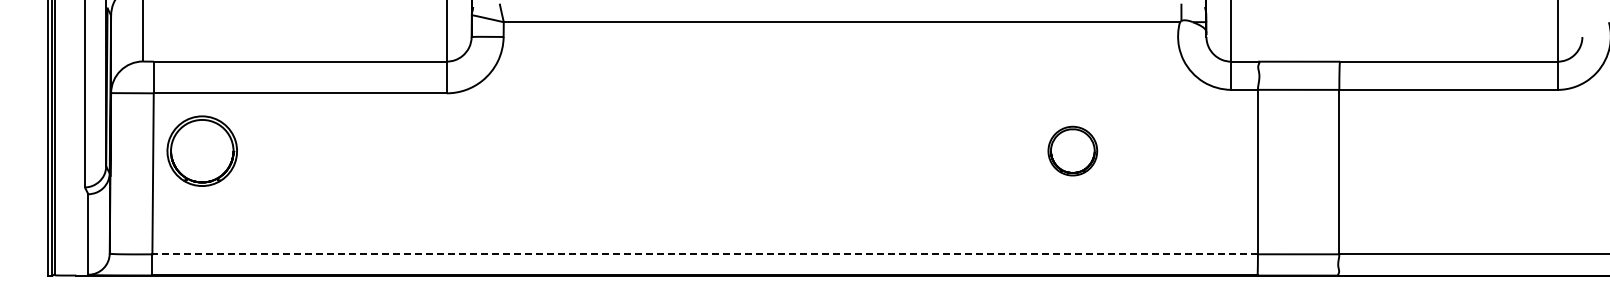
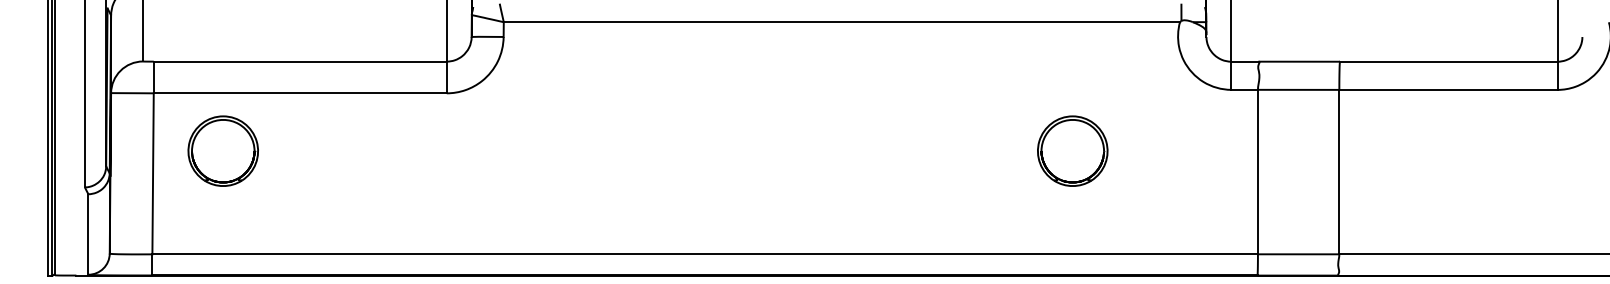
part at (201, 150) position: (201, 150) -> (222, 150)
part at (1072, 150) size: 52x52 px -> 72x72 px
line at (705, 254): dashed -> solid
